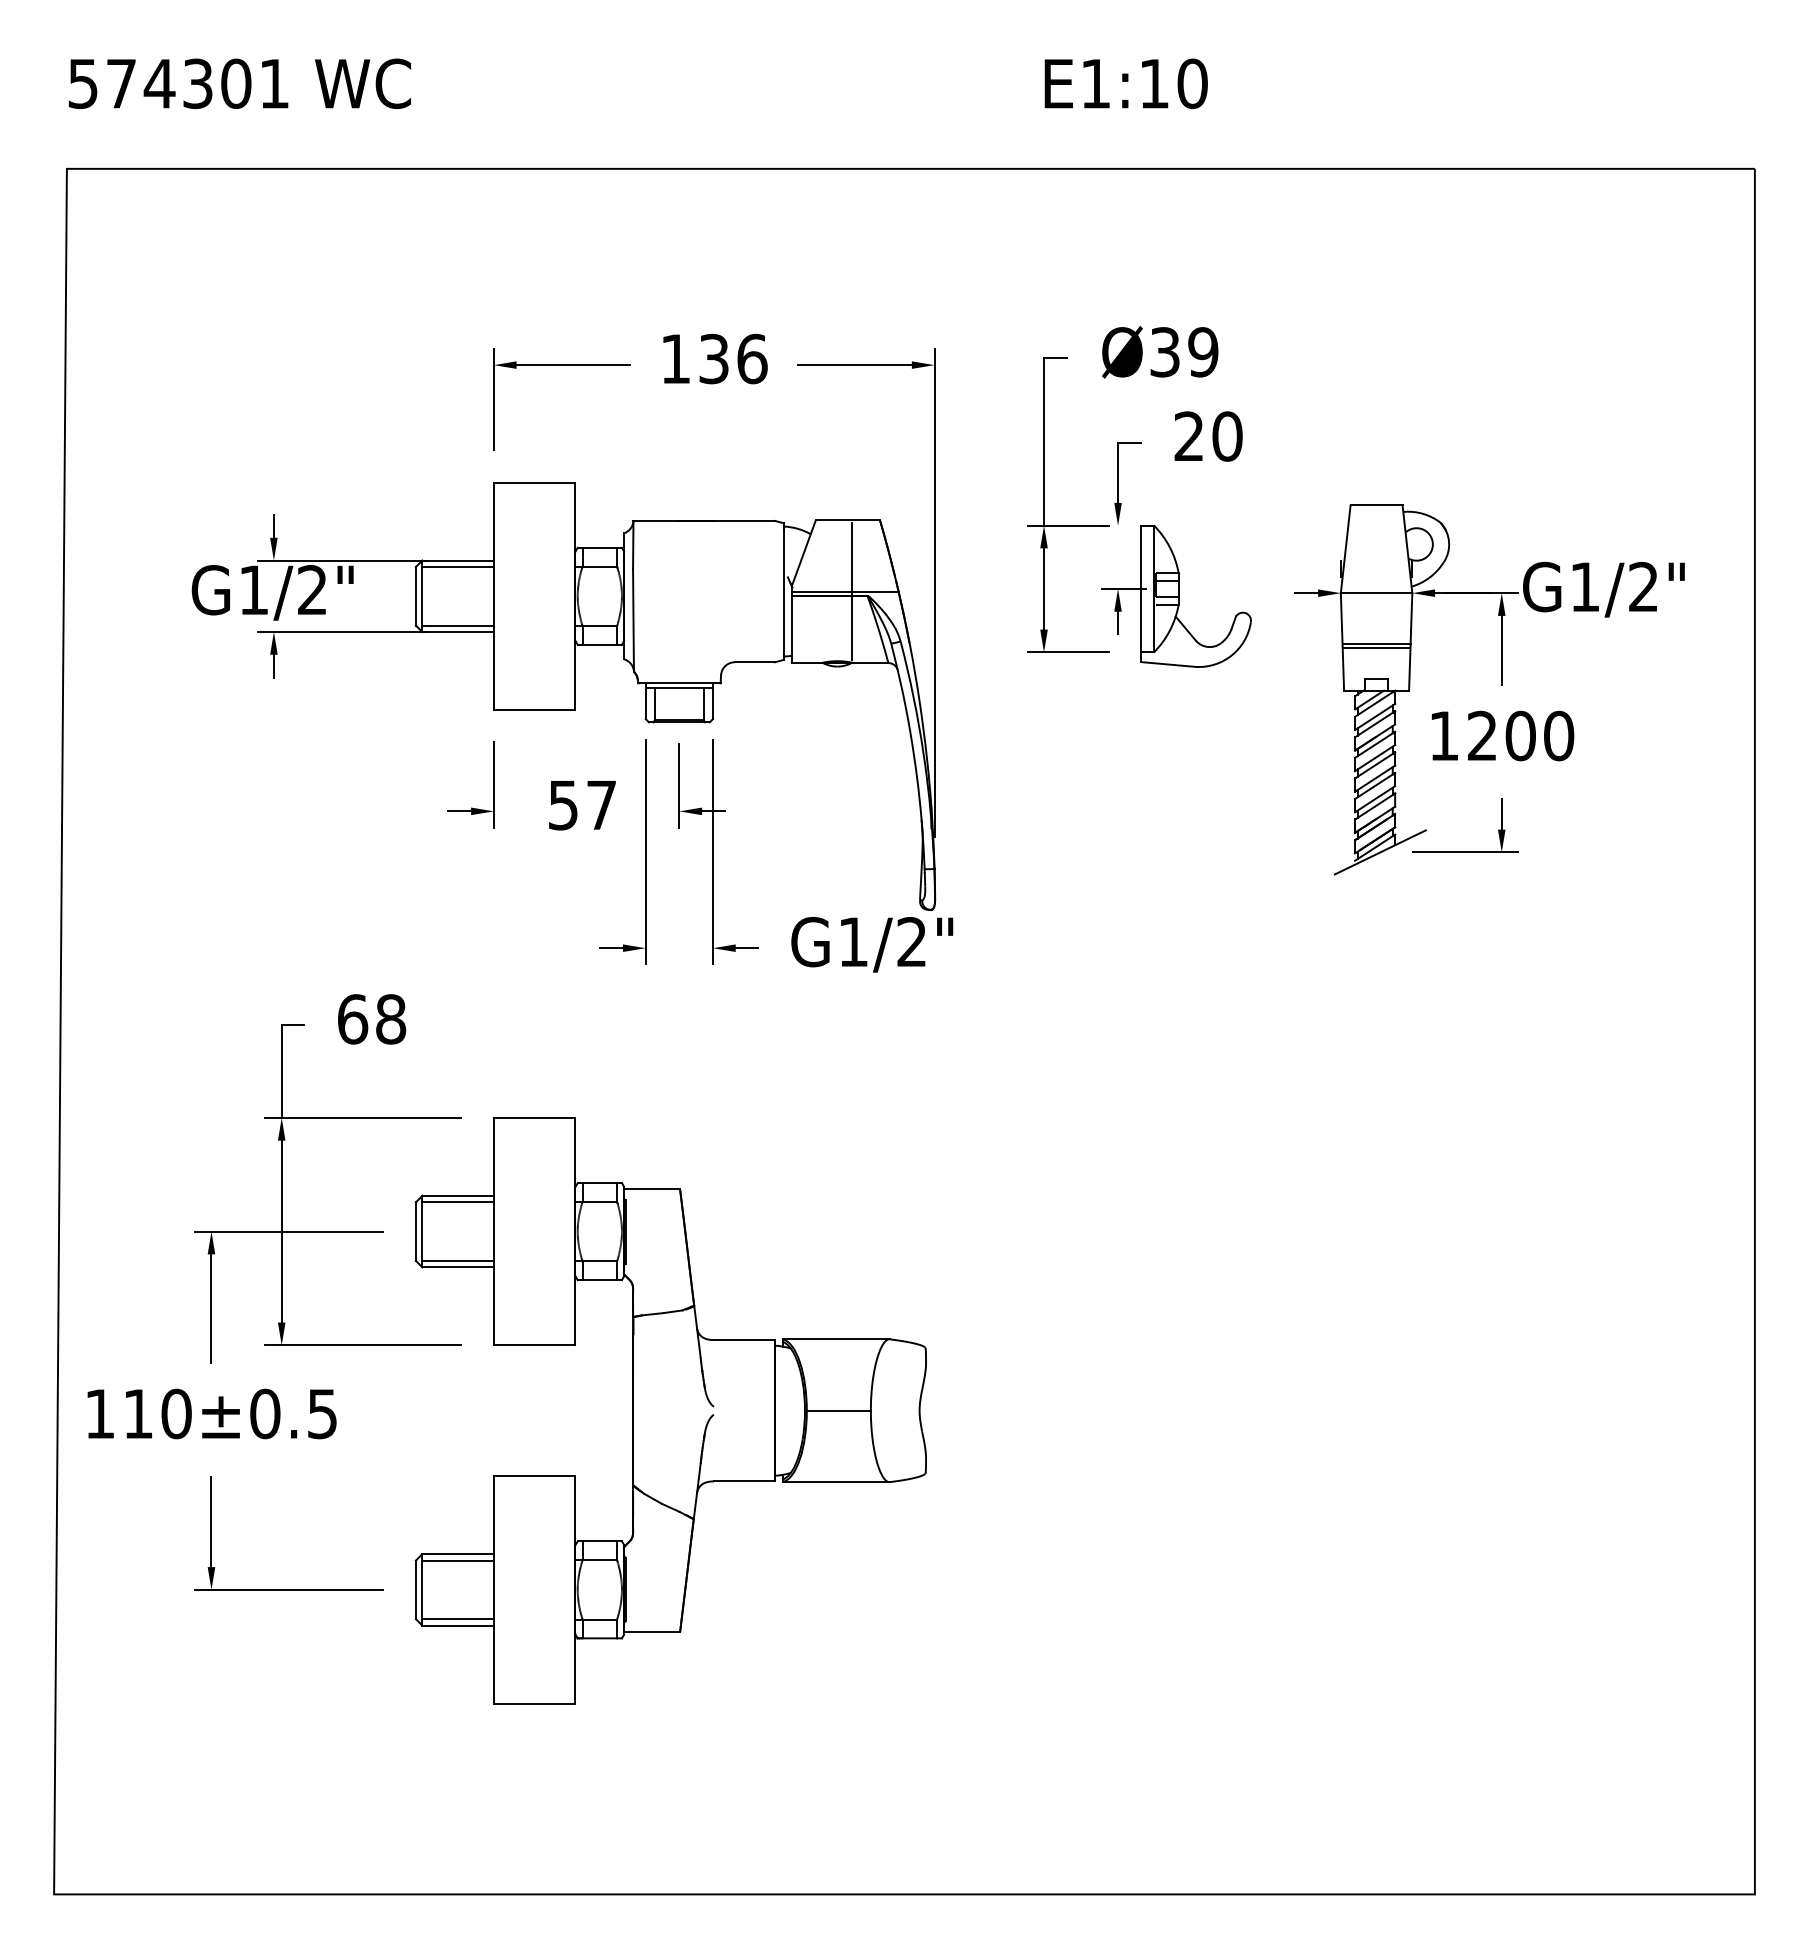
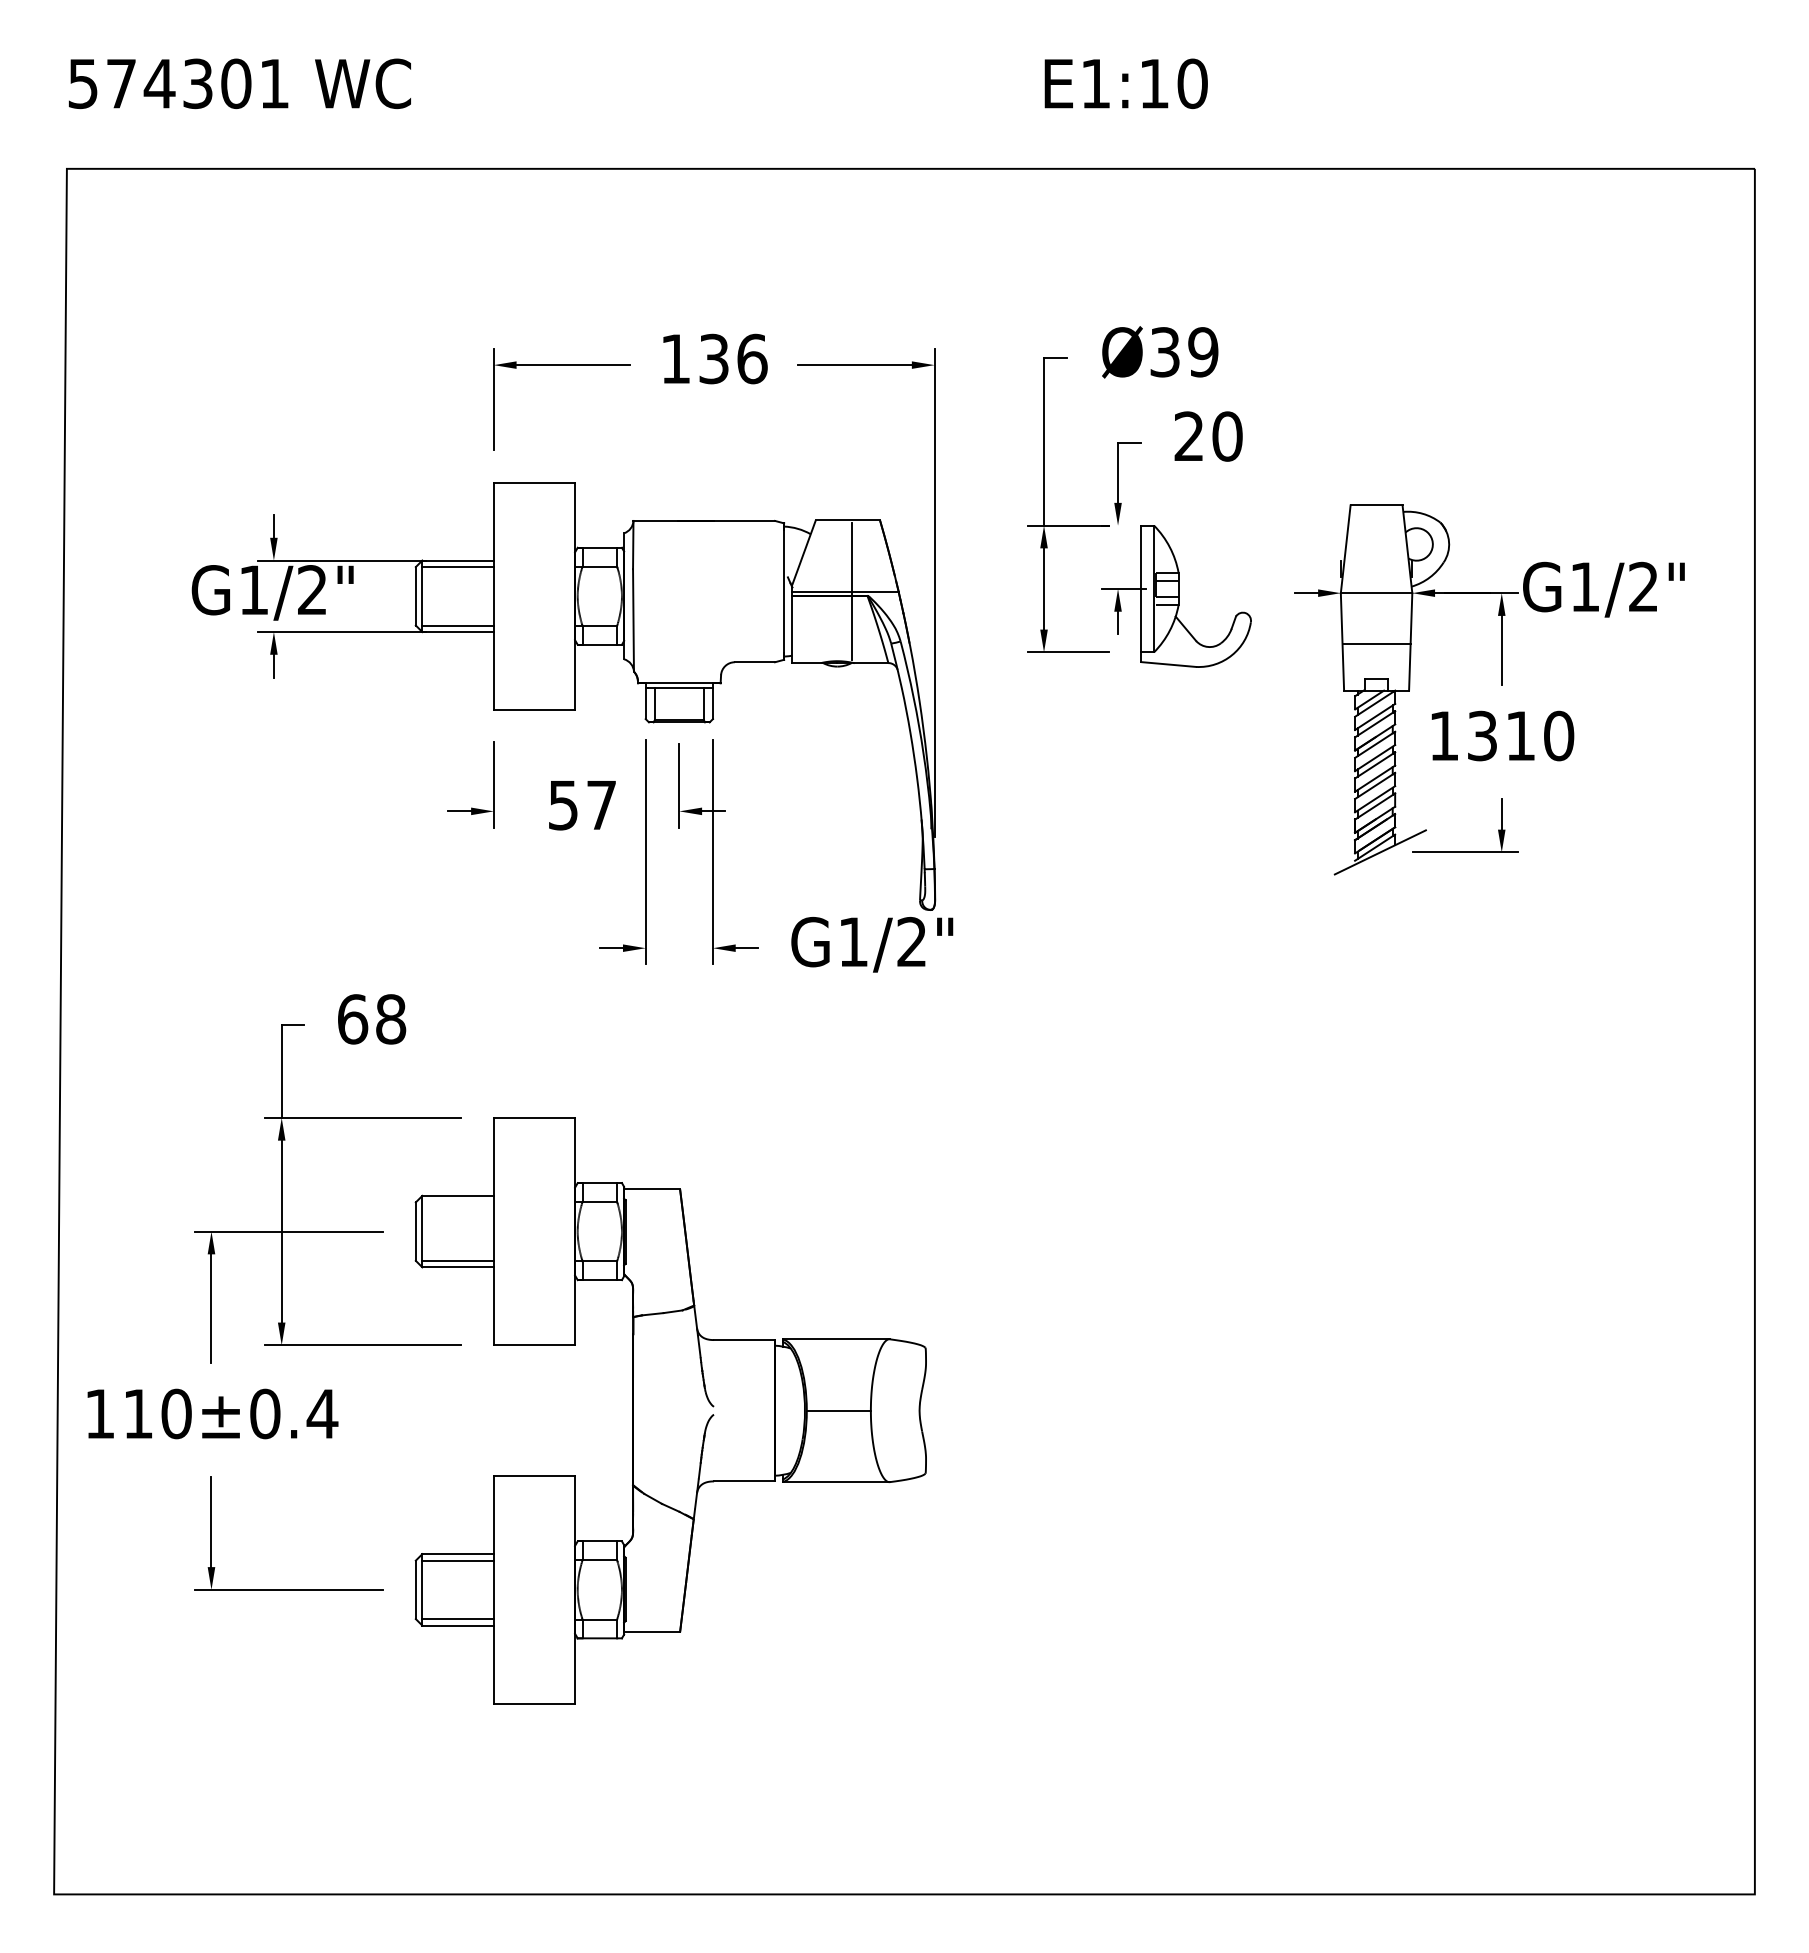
line at (1376, 648): present -> none
text at (1501, 735): 1200 -> 1310
line at (457, 1202): present -> none
text at (322, 1414): 110±0.5 -> 110±0.4
